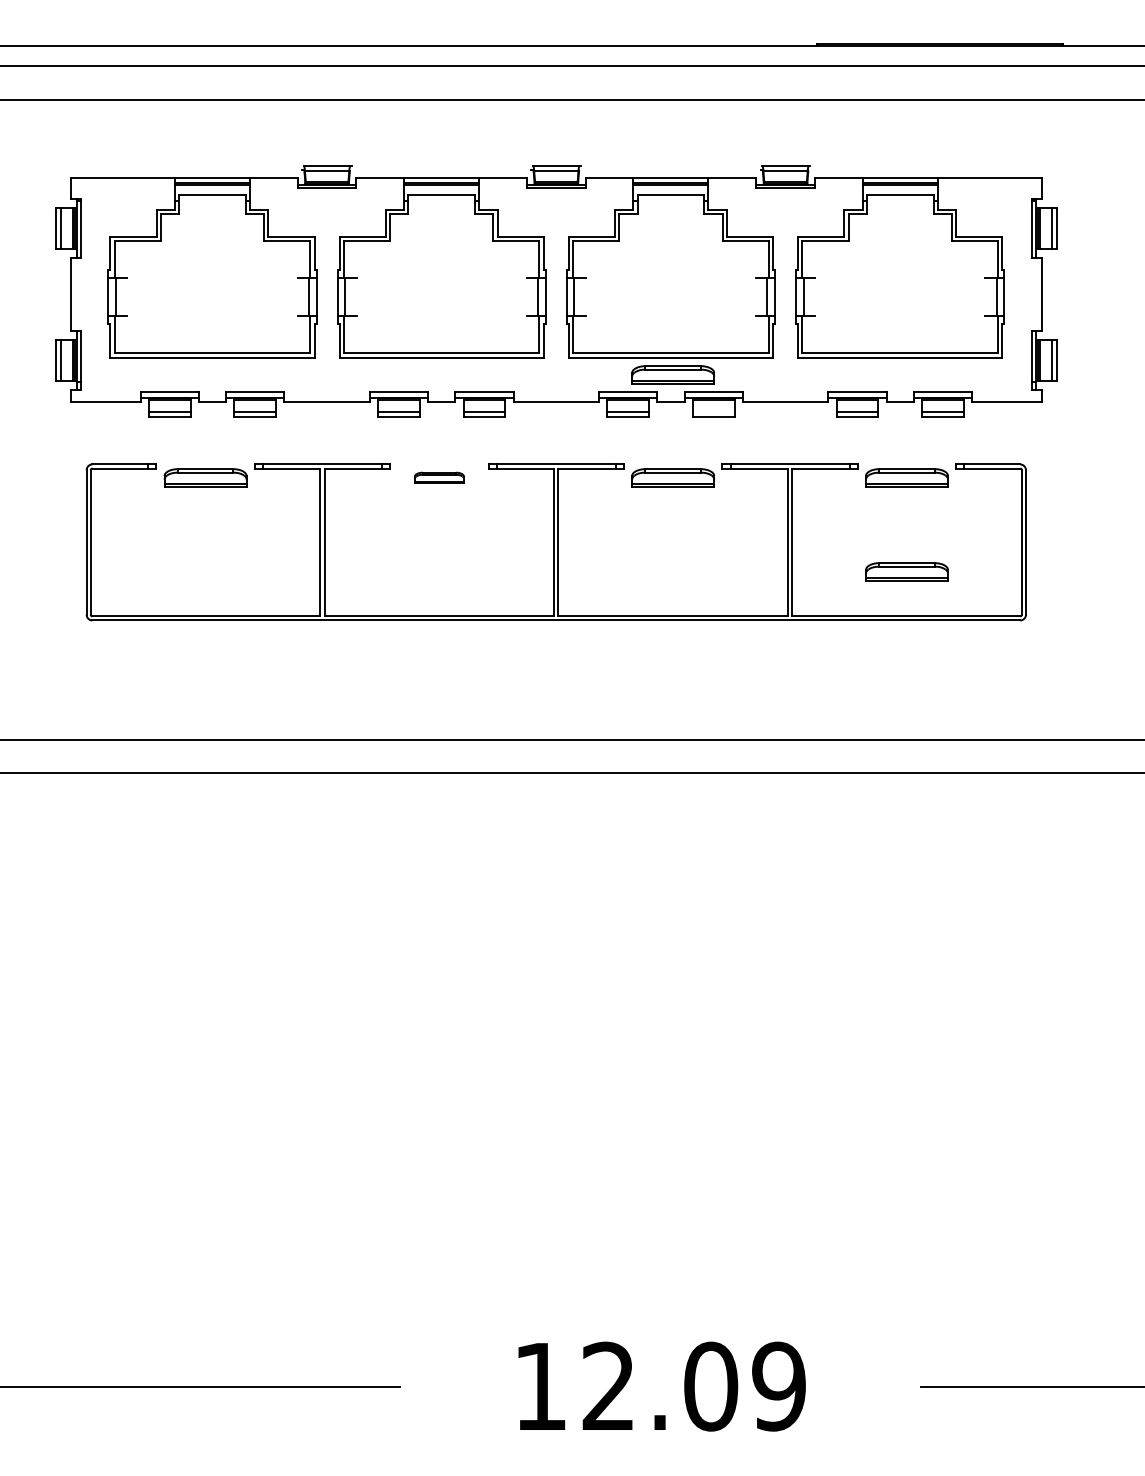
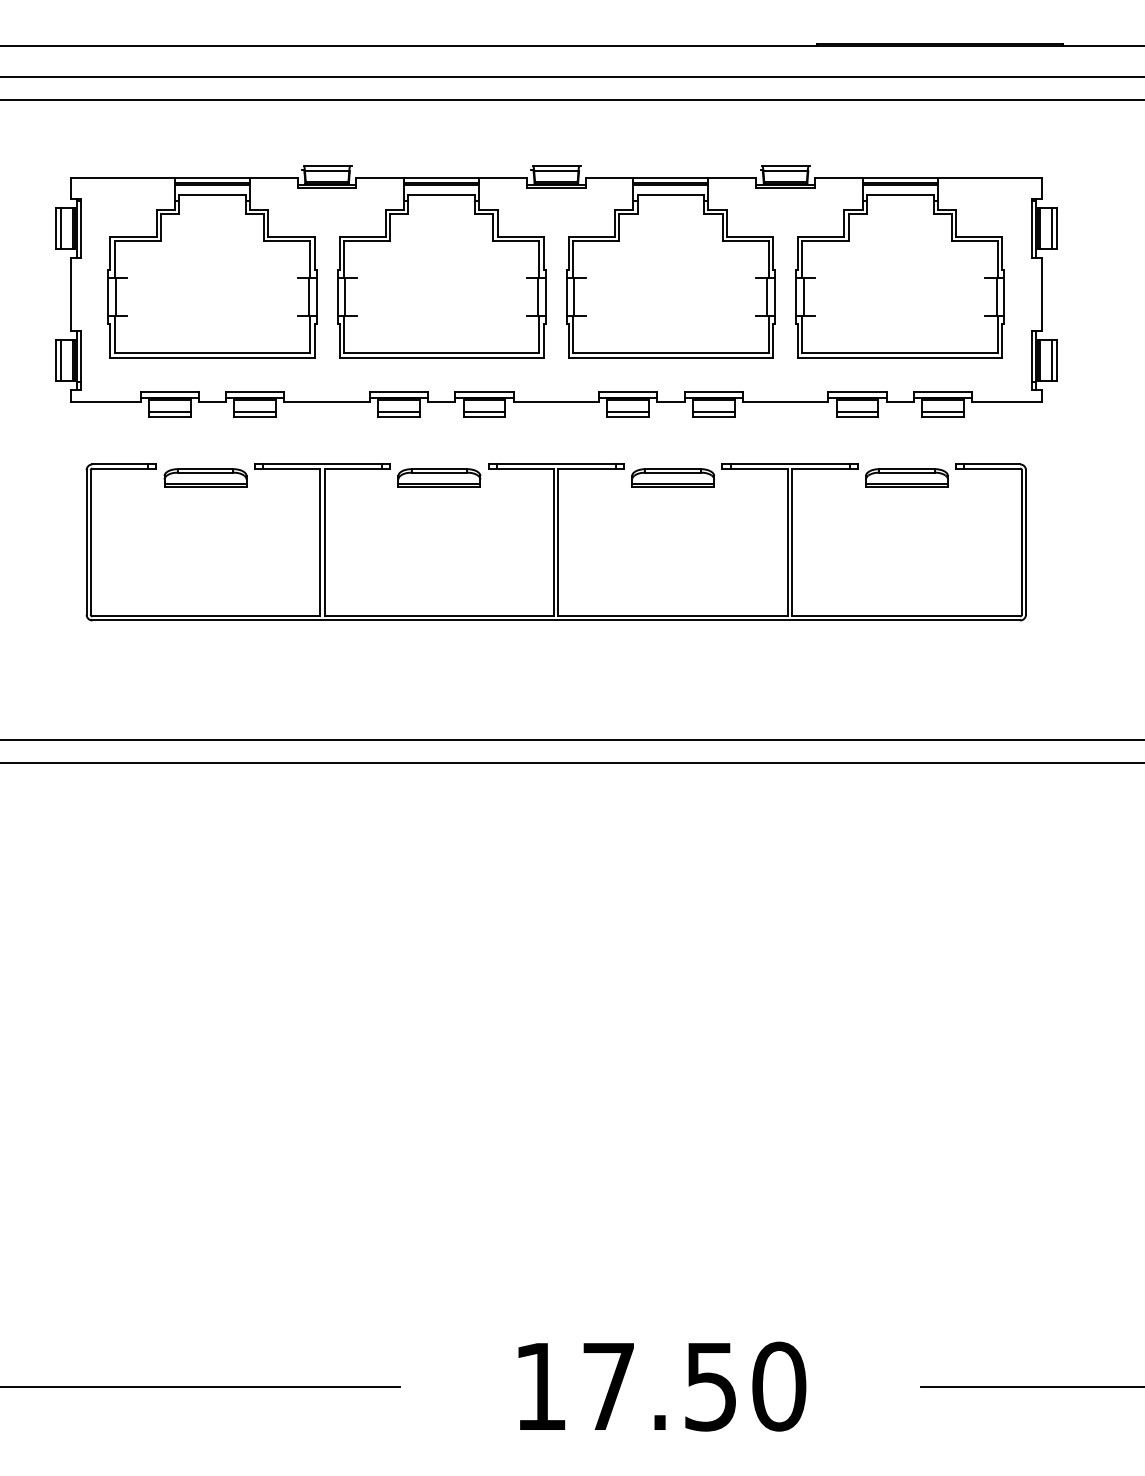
line at (571, 66) position: (571, 66) -> (571, 77)
part at (673, 374): present -> none
line at (713, 411): none -> present
part at (439, 477) size: 51x13 px -> 85x20 px
part at (906, 571): present -> none
line at (571, 773) position: (571, 773) -> (571, 763)
text at (694, 1386): 12.09 -> 17.50
